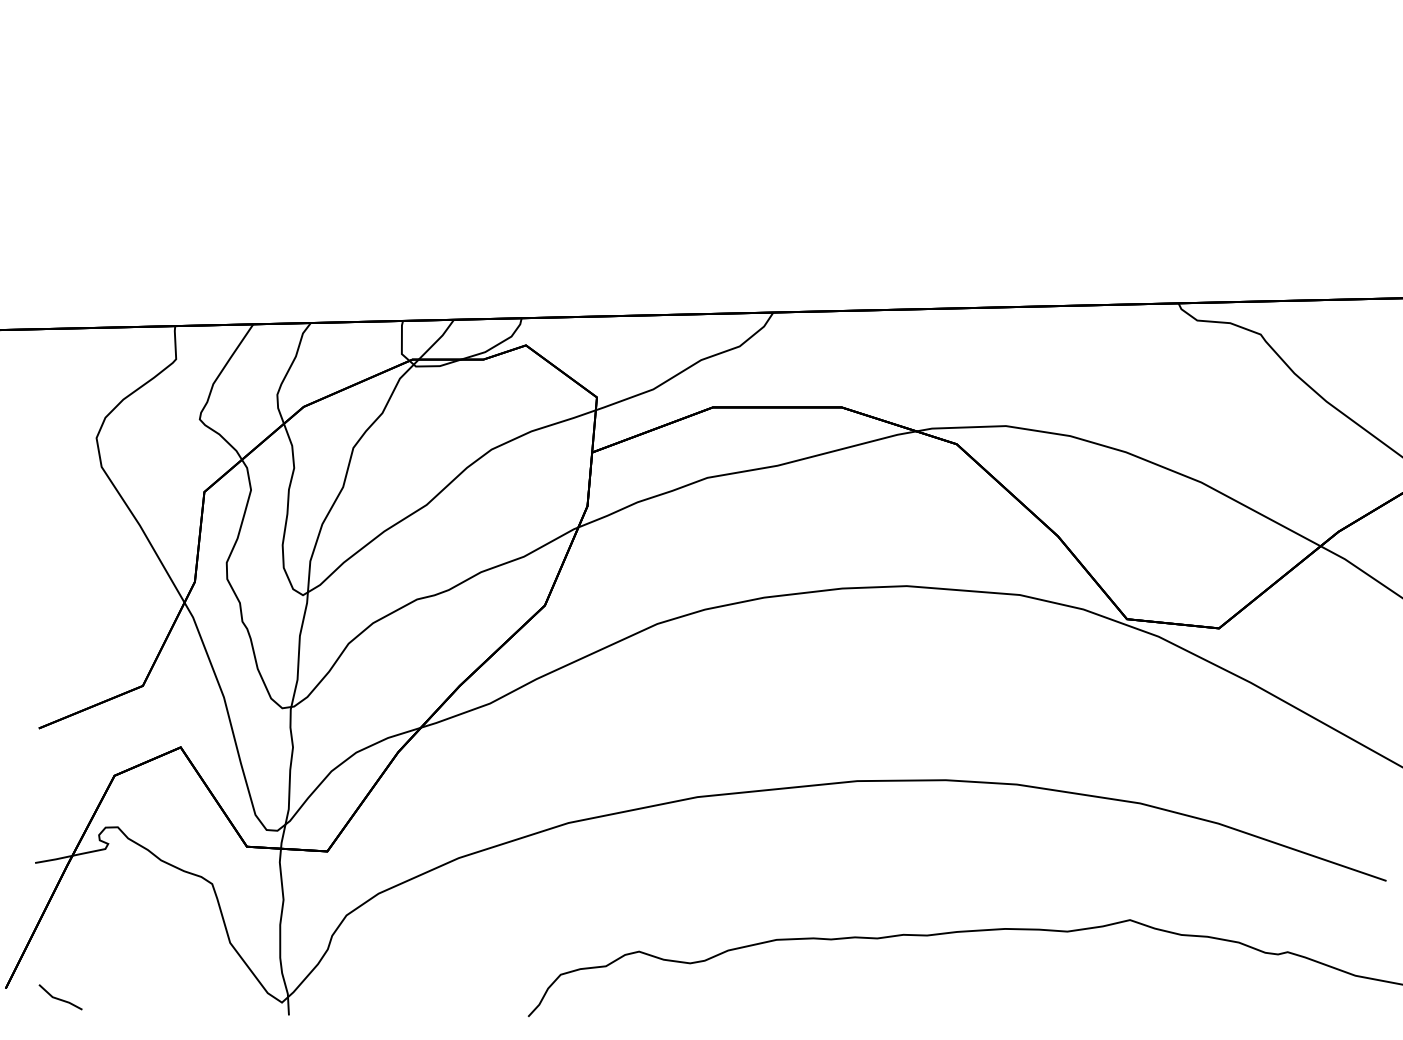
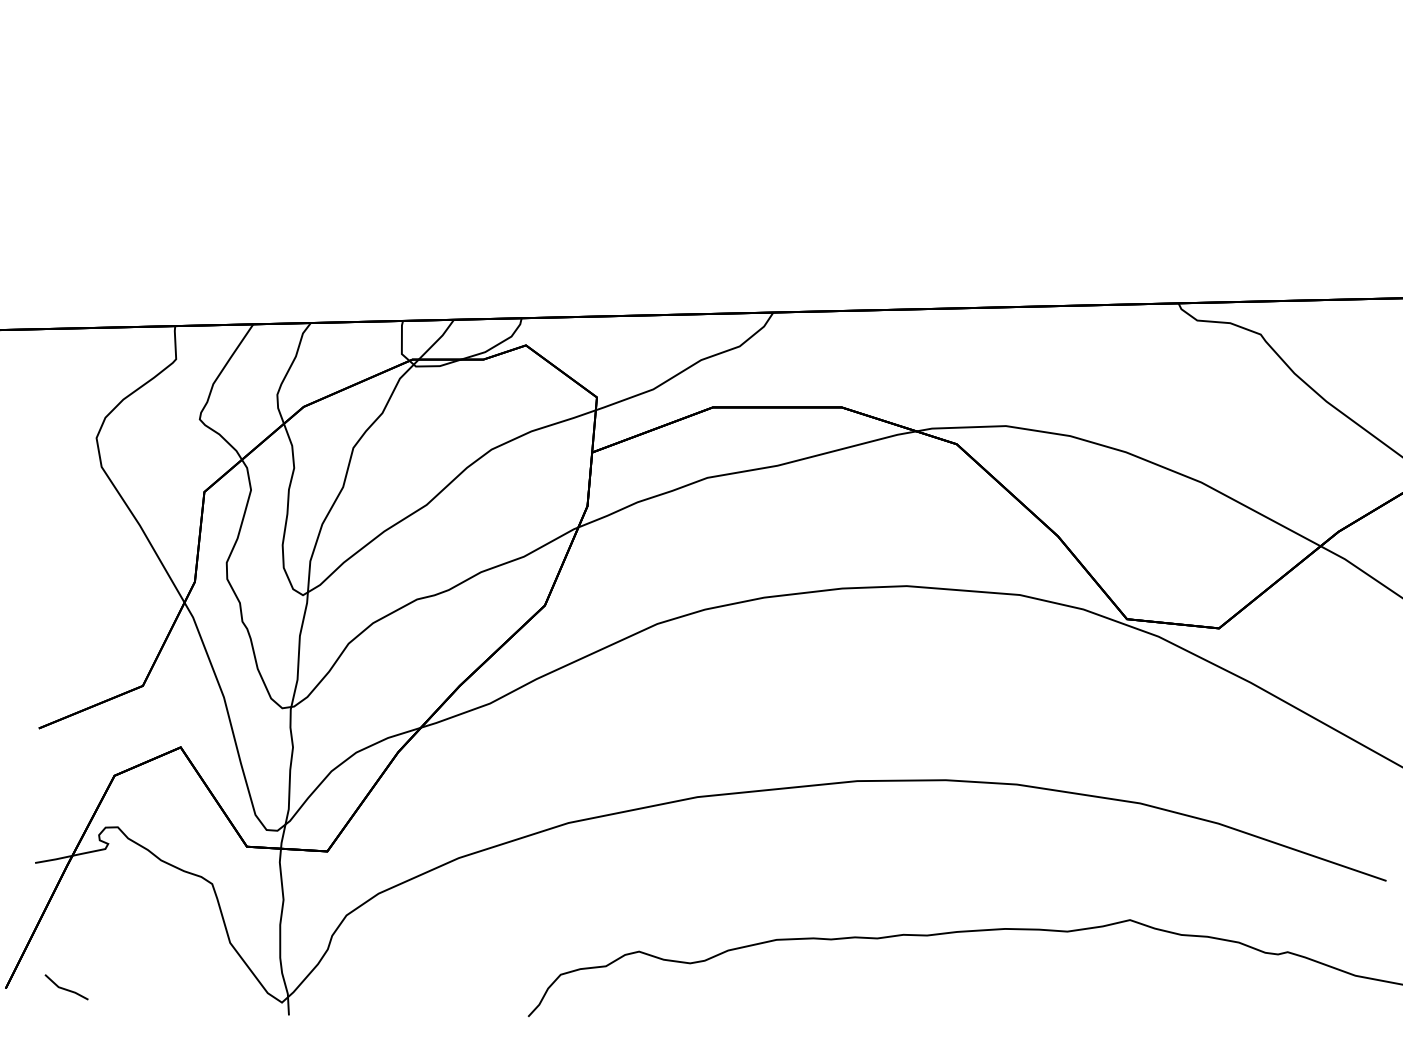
line at (60, 998) position: (60, 998) -> (66, 988)
